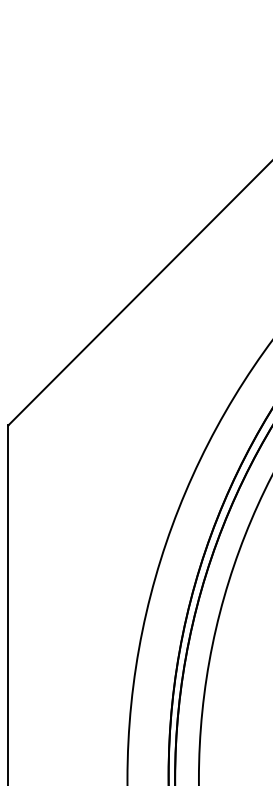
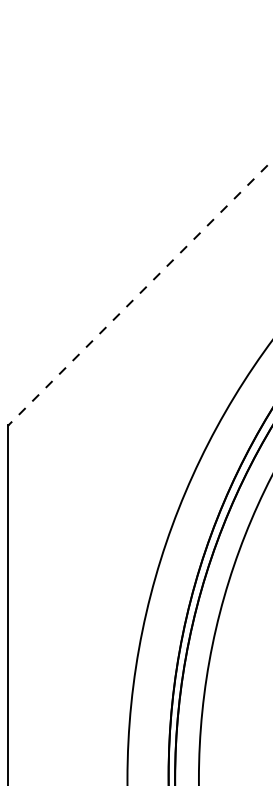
line at (140, 293): solid -> dashed
